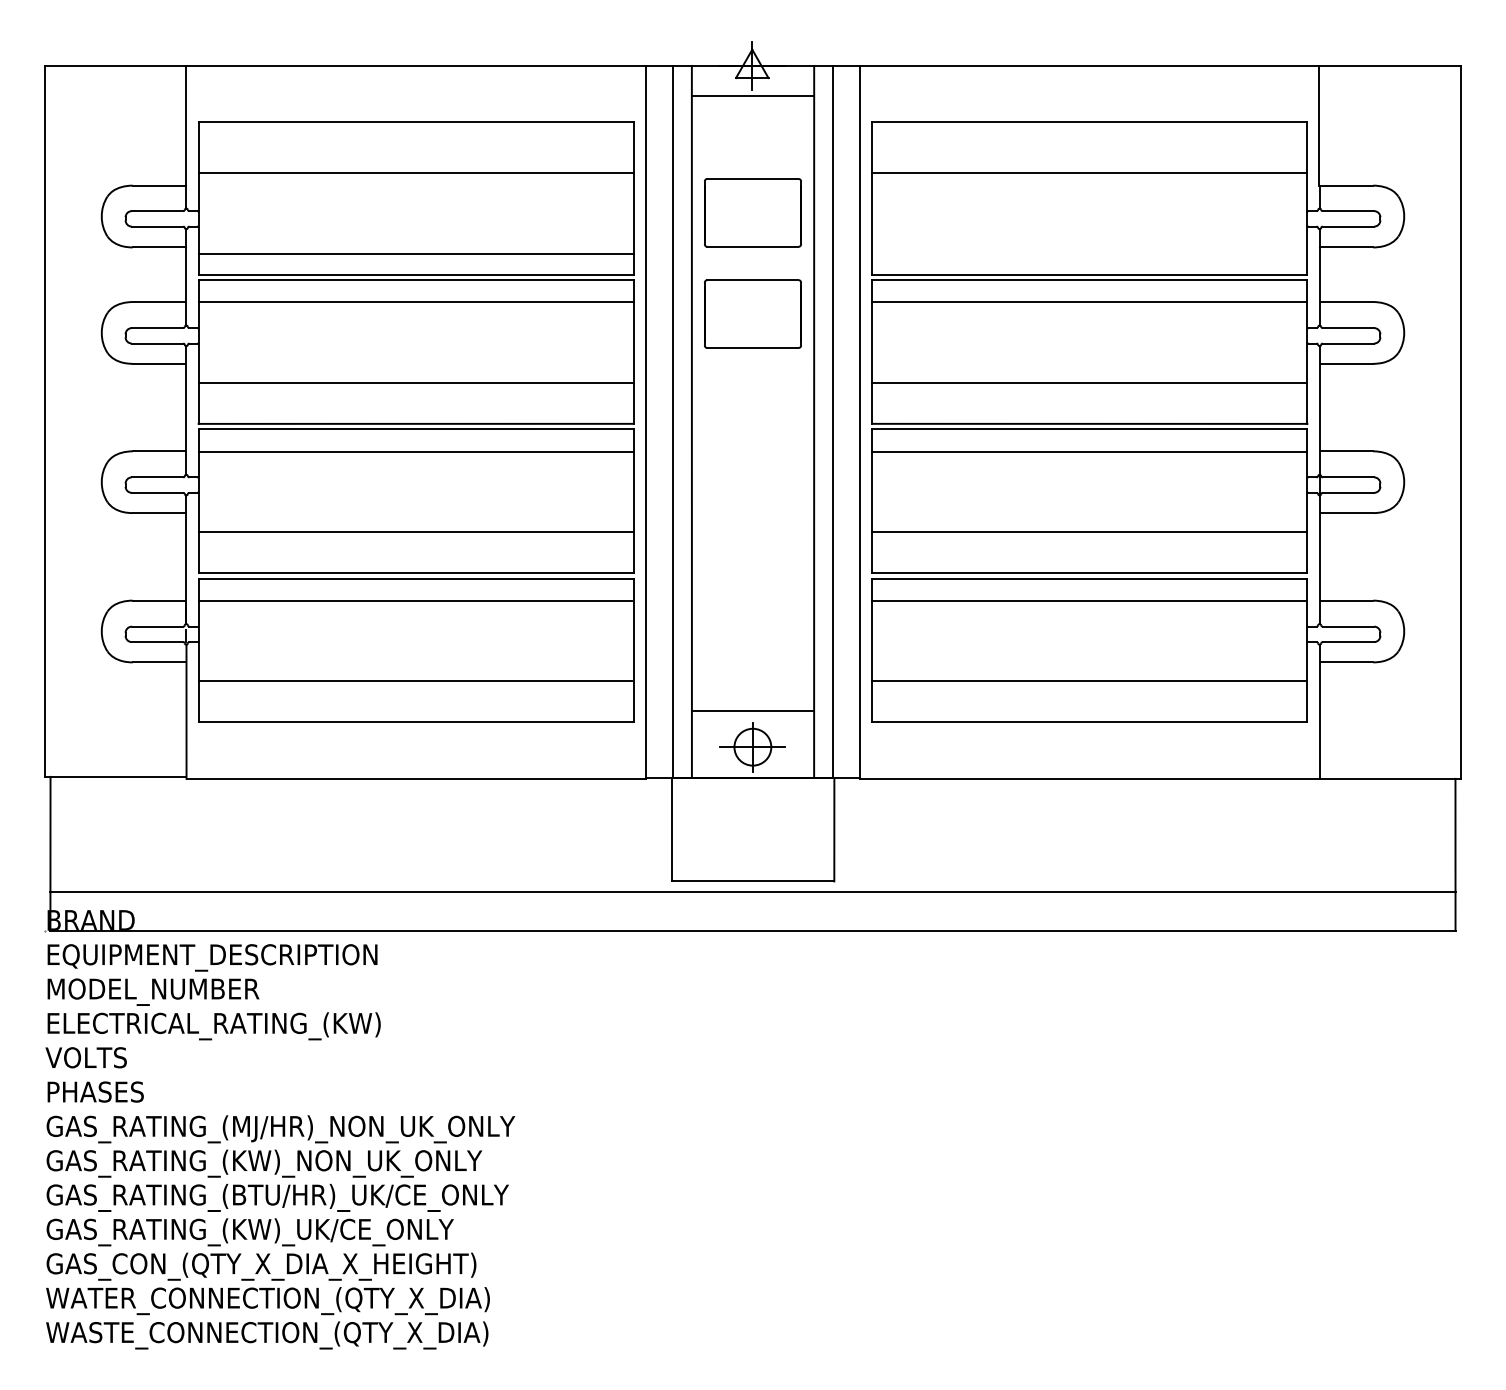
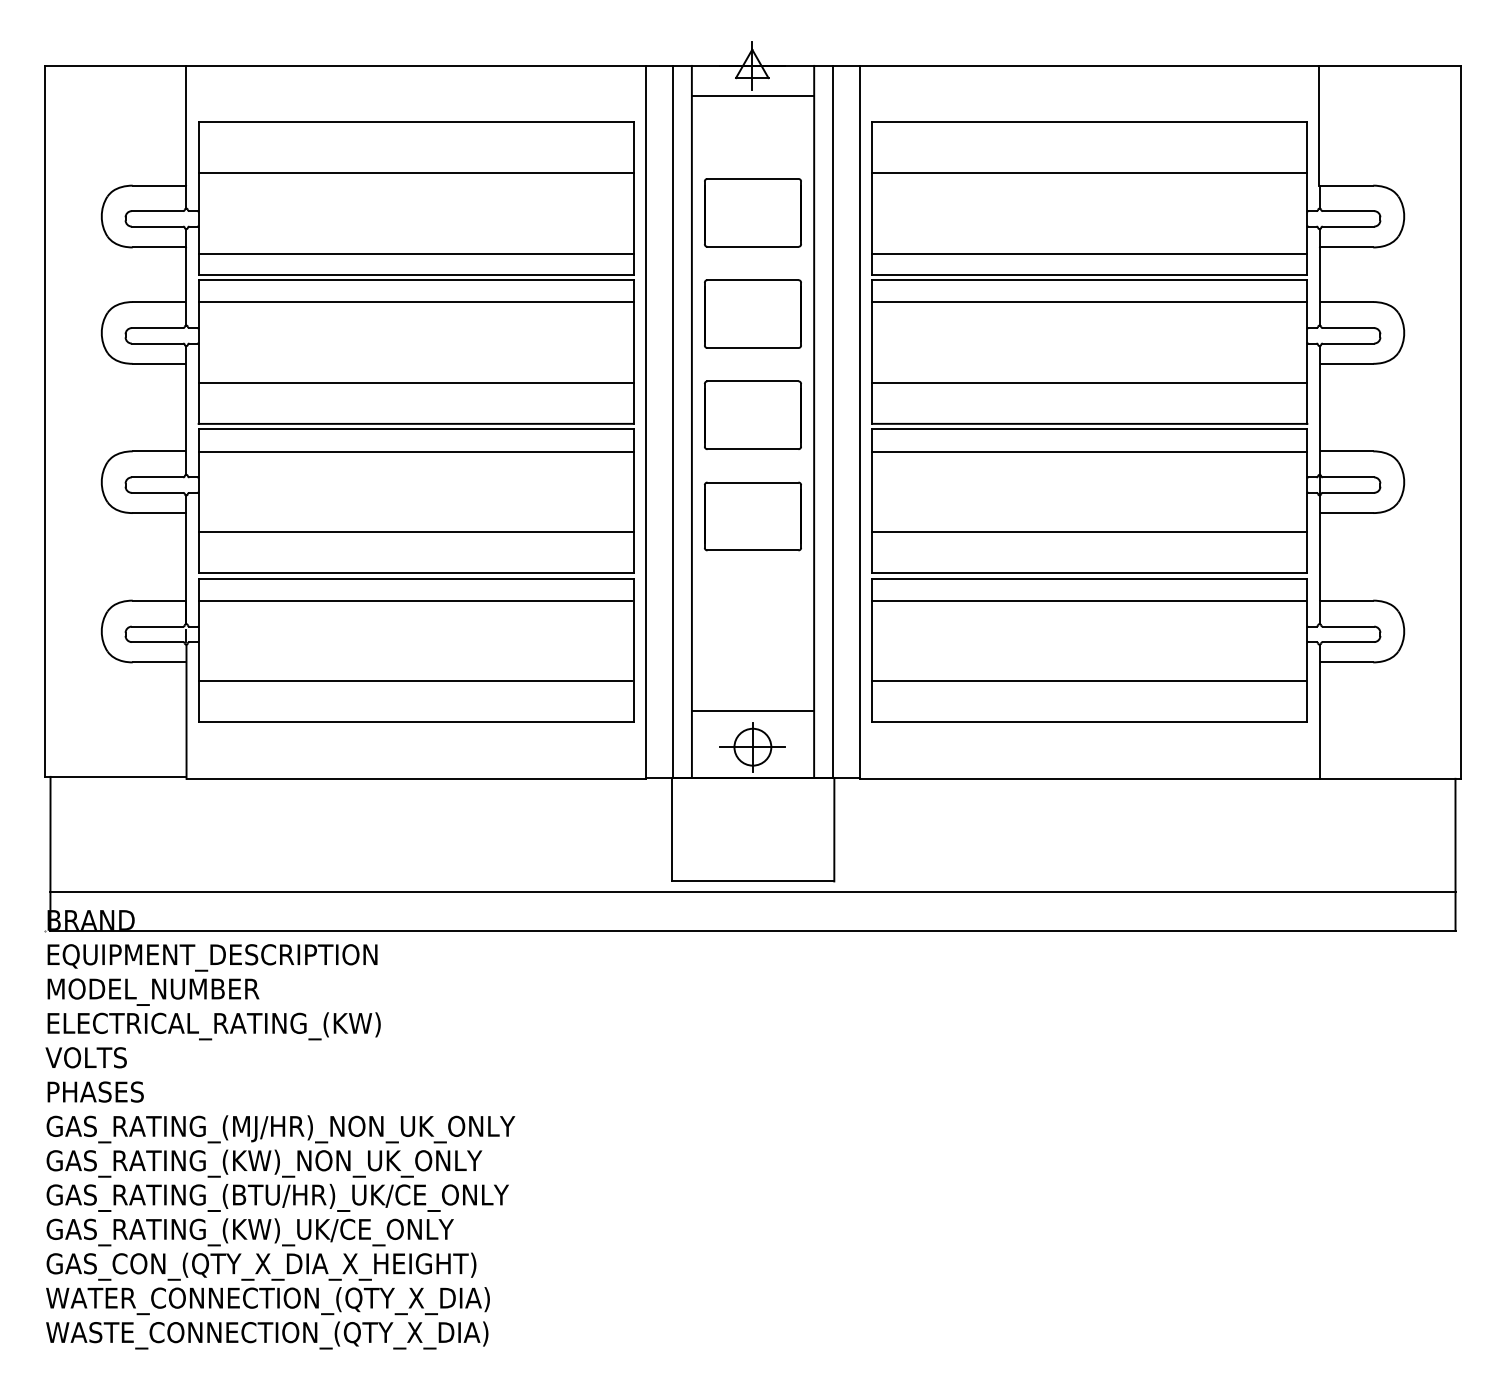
line at (1089, 254): none -> present
part at (752, 414): none -> present
part at (752, 516): none -> present
